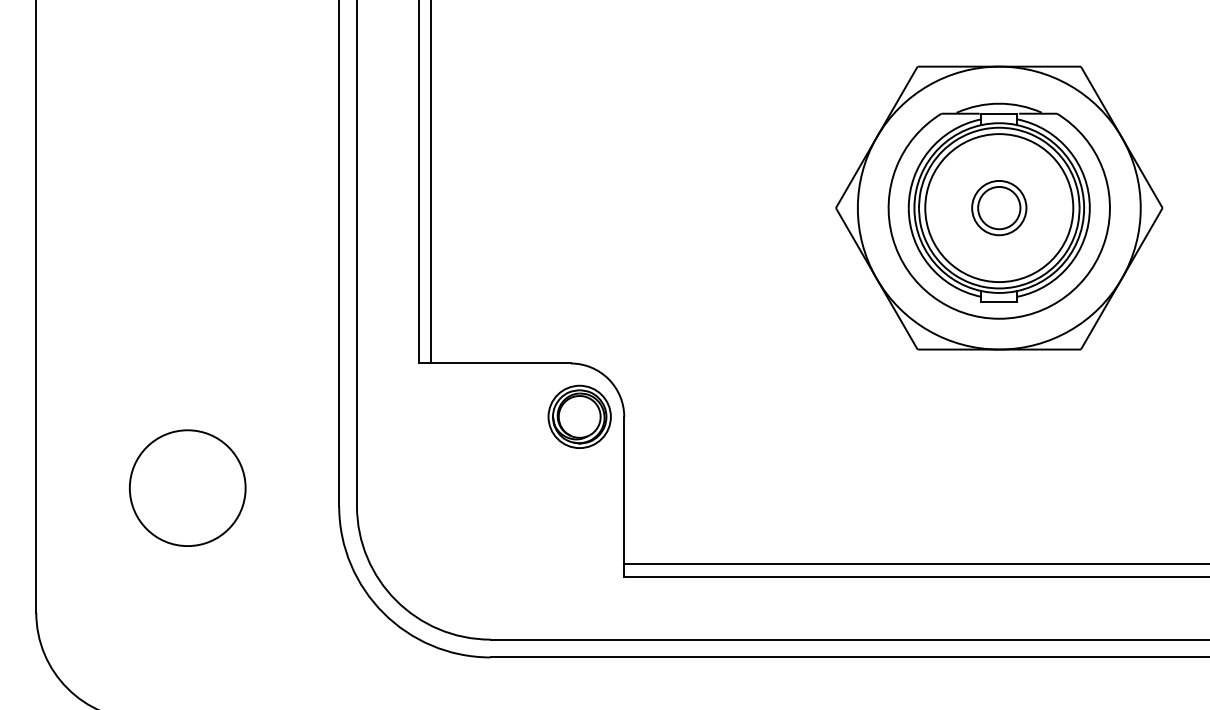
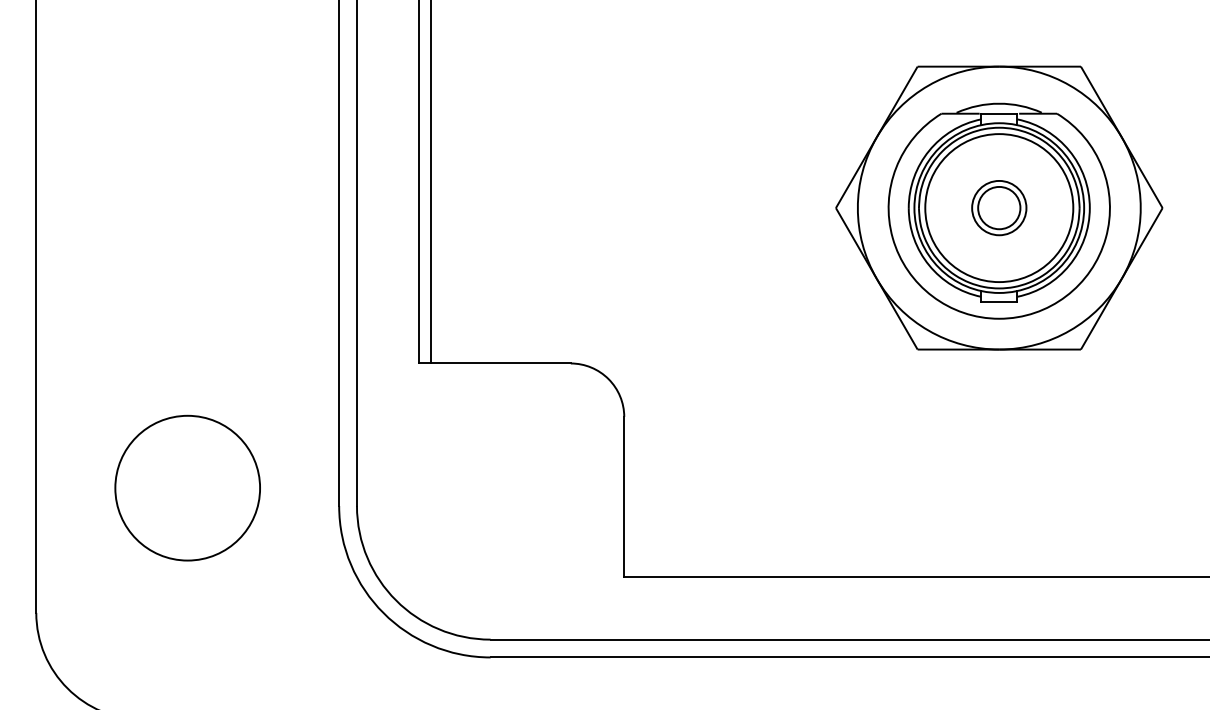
part at (579, 416): present -> none
circle at (187, 488) diameter: 116 px -> 145 px
line at (915, 563): present -> none
